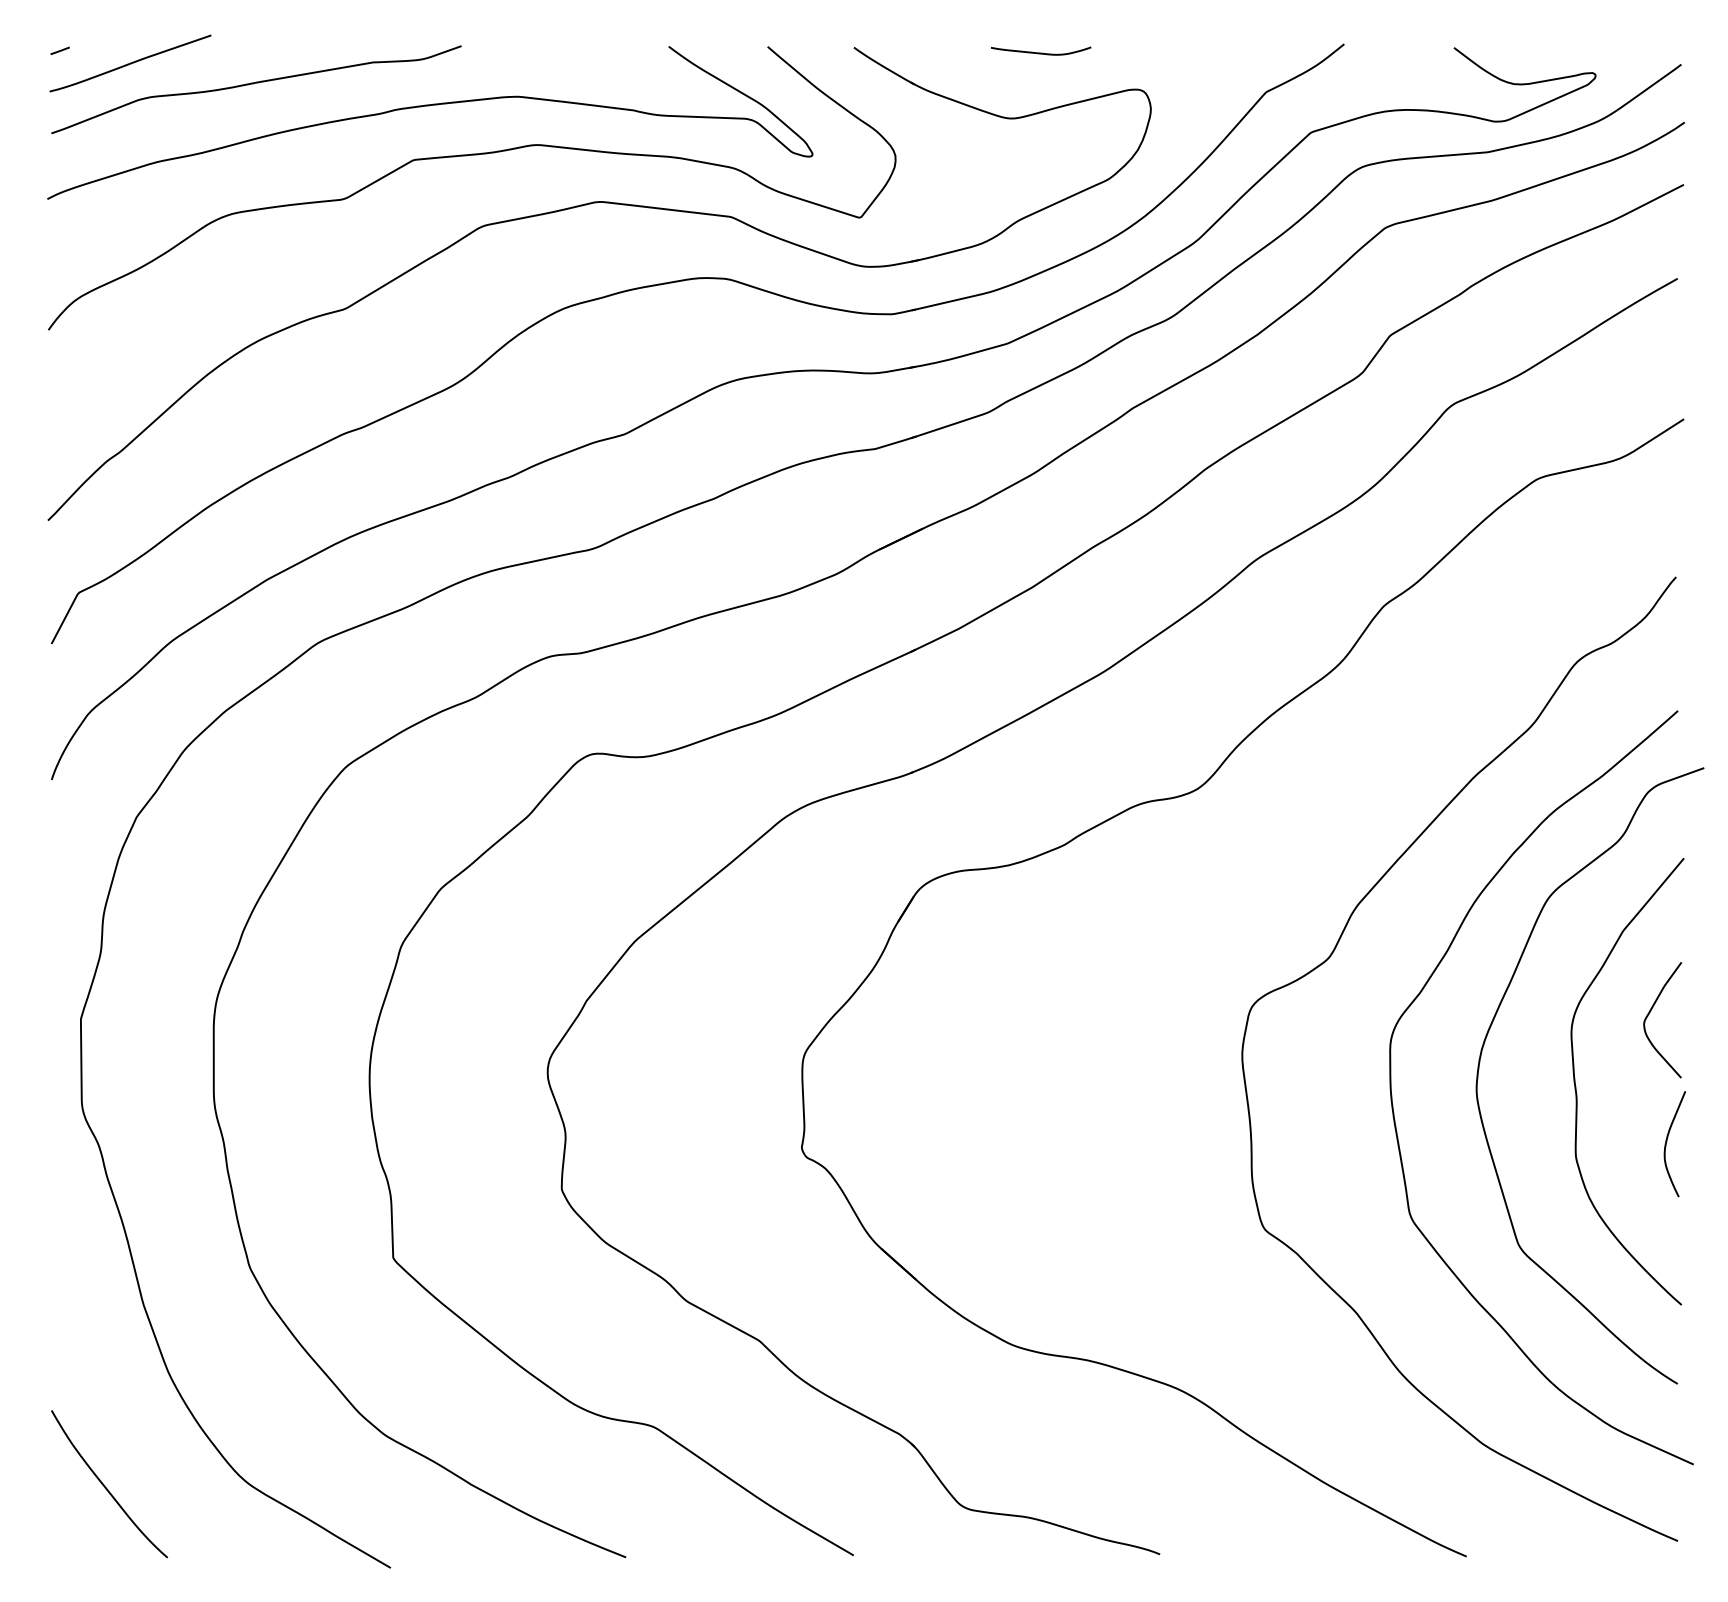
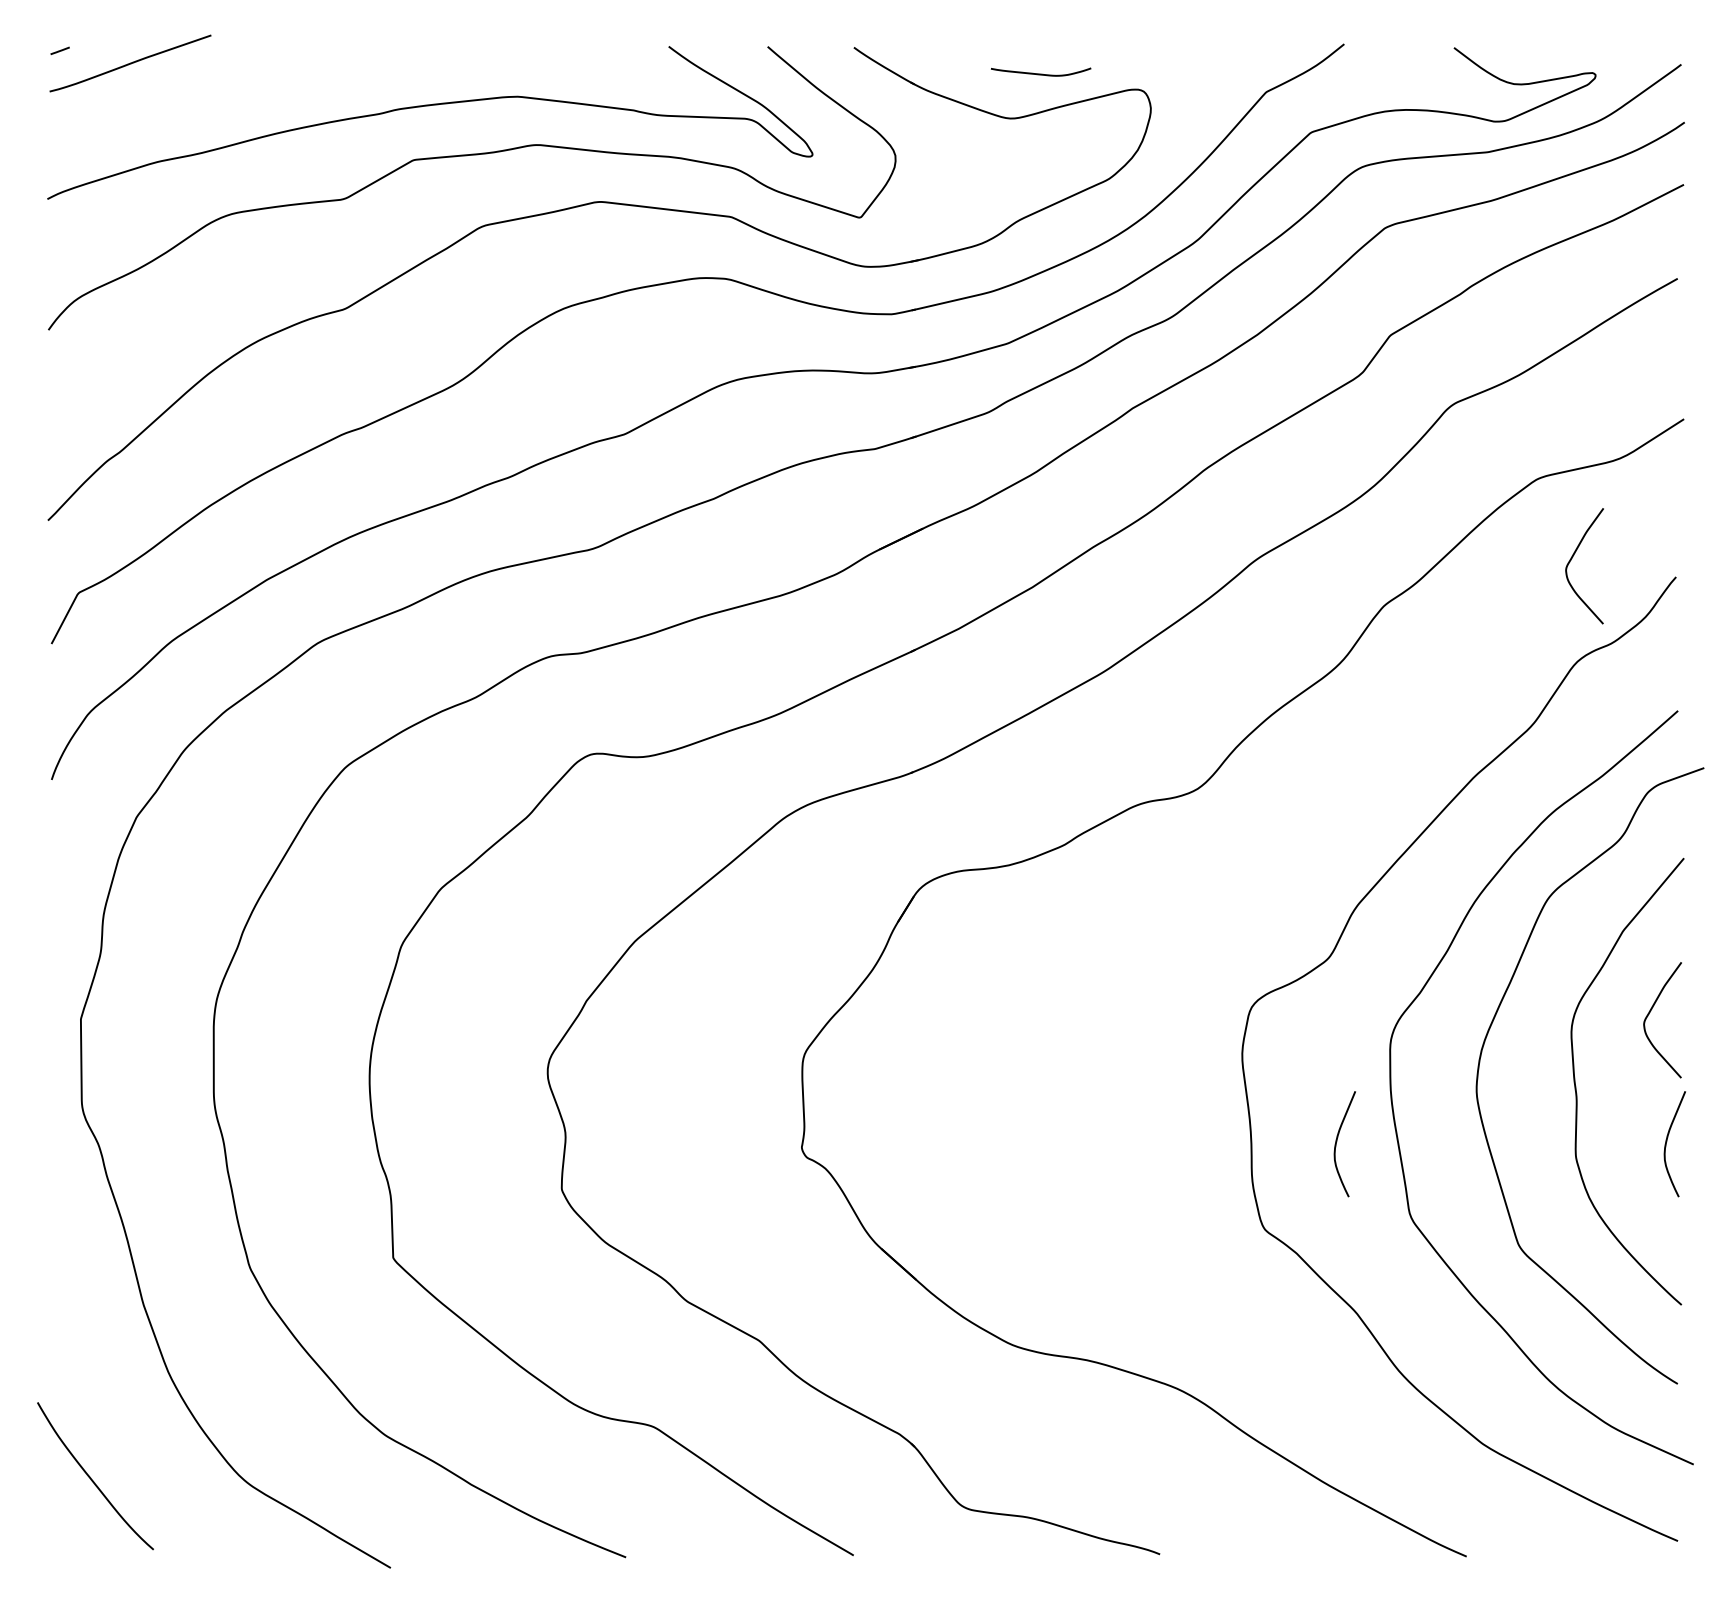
curve at (1040, 52) position: (1040, 52) -> (1040, 73)
curve at (253, 84): present -> none
curve at (1571, 560): none -> present
curve at (1337, 1141): none -> present
curve at (106, 1487) position: (106, 1487) -> (92, 1479)
